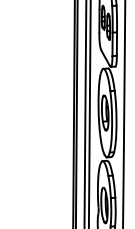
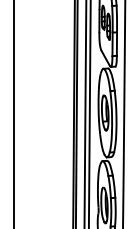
line at (13, 113): none -> present
